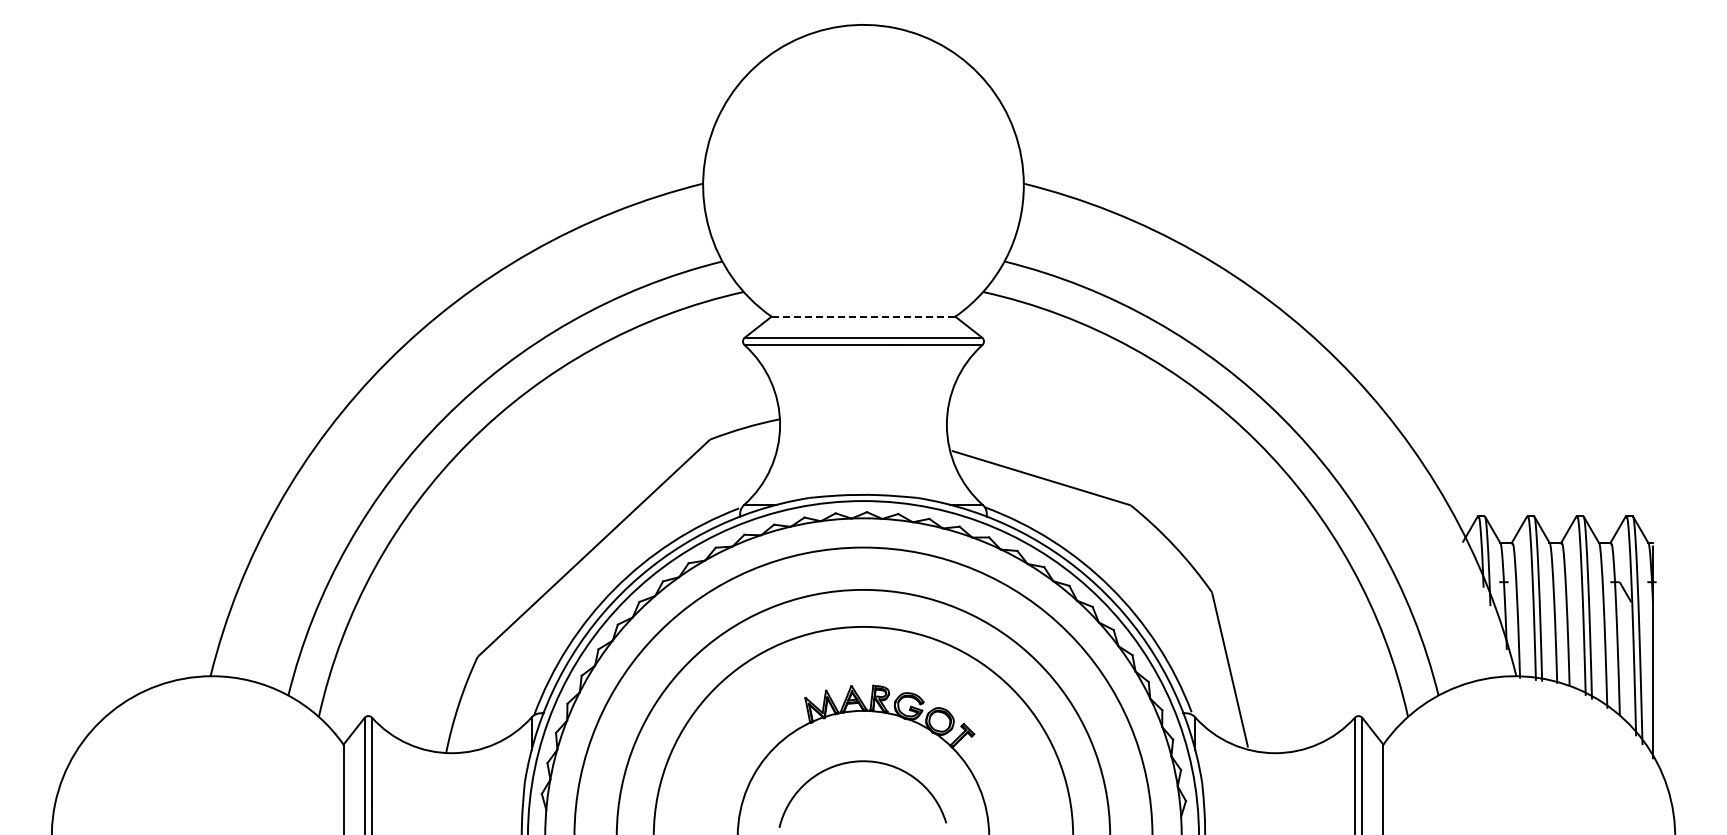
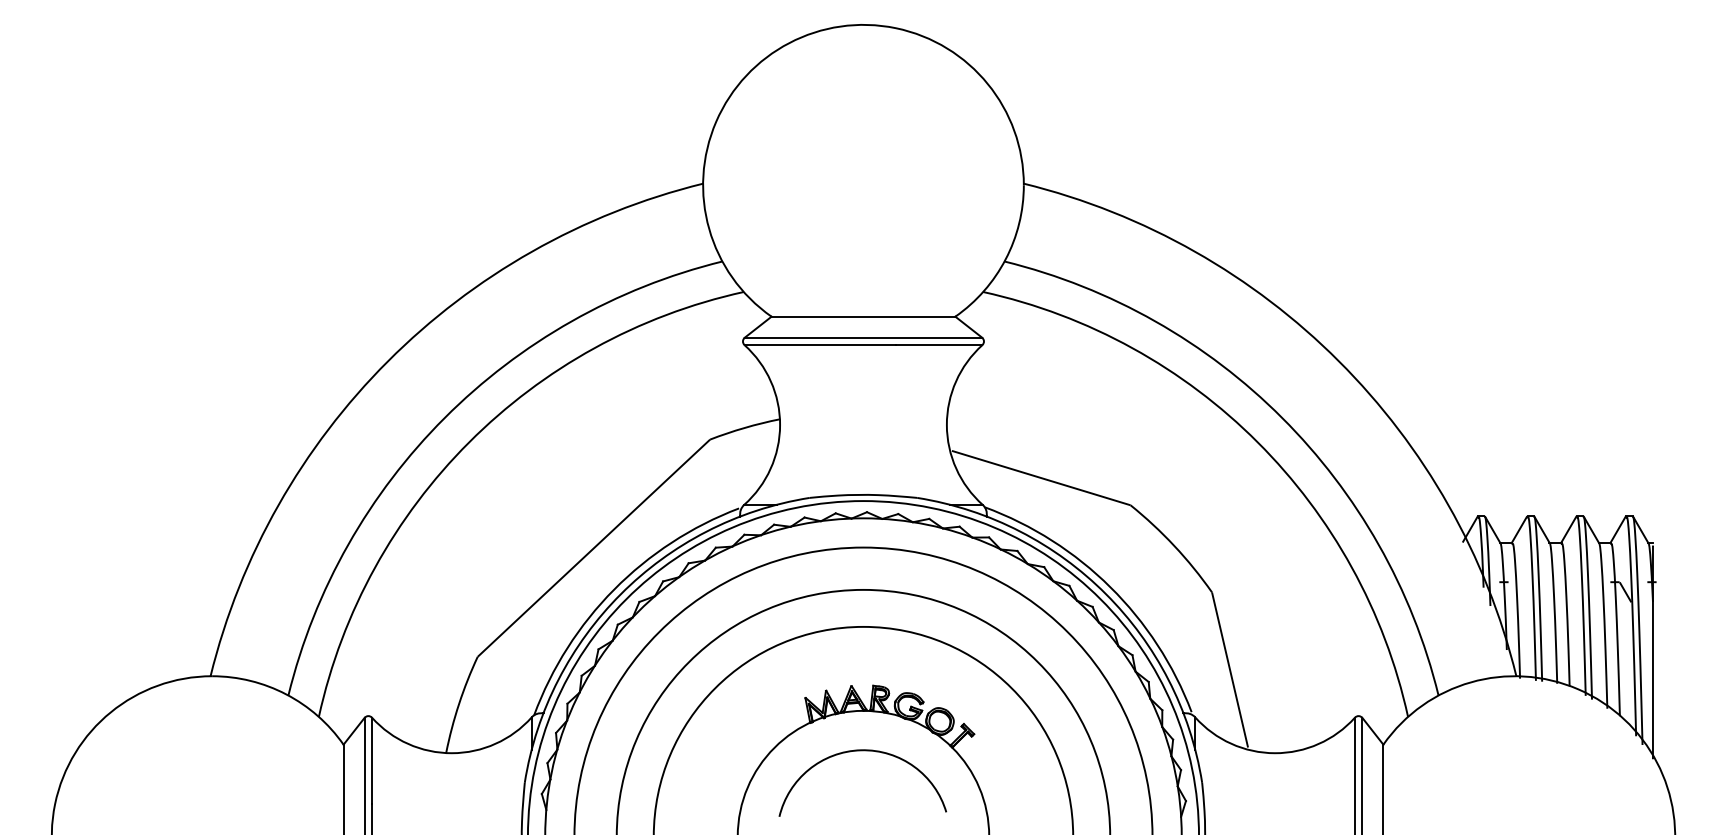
line at (863, 316): dashed -> solid
arc at (862, 762) position: (862, 762) -> (862, 751)
